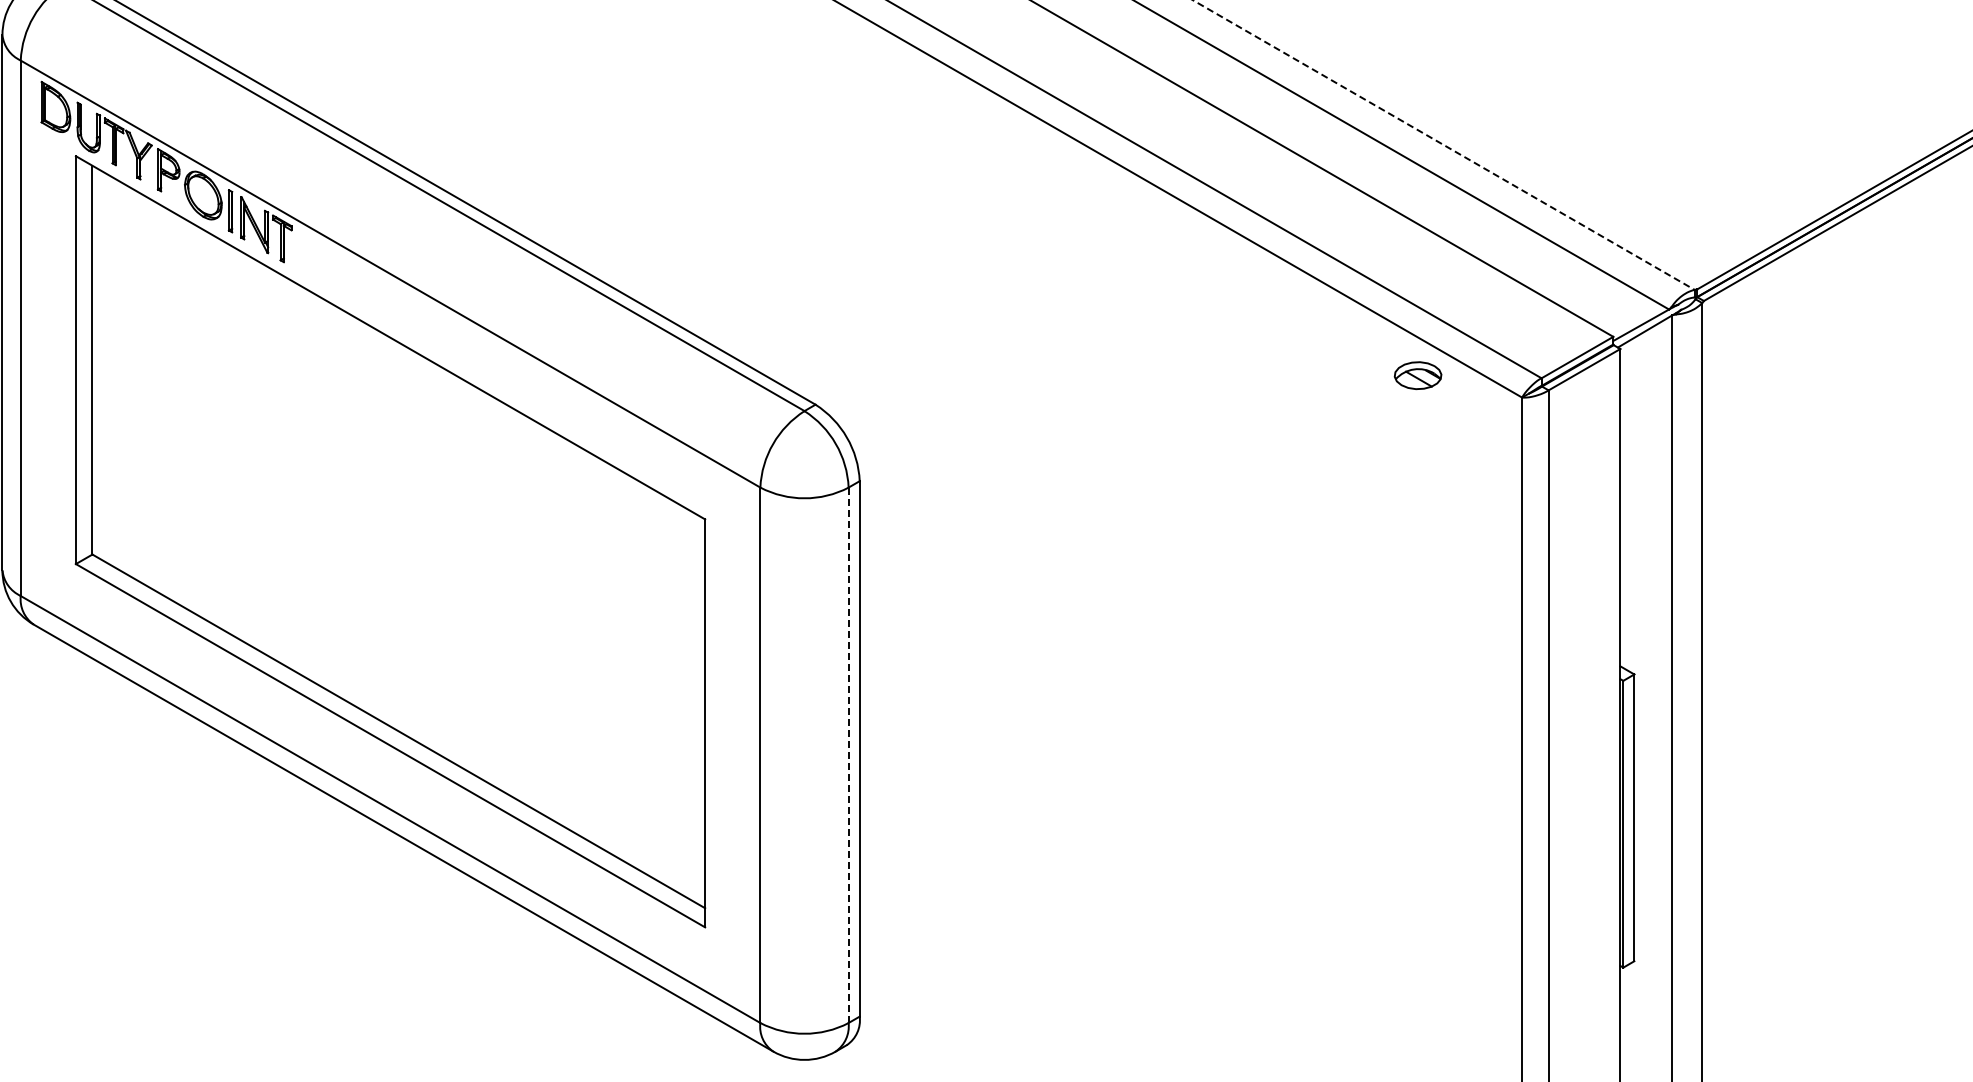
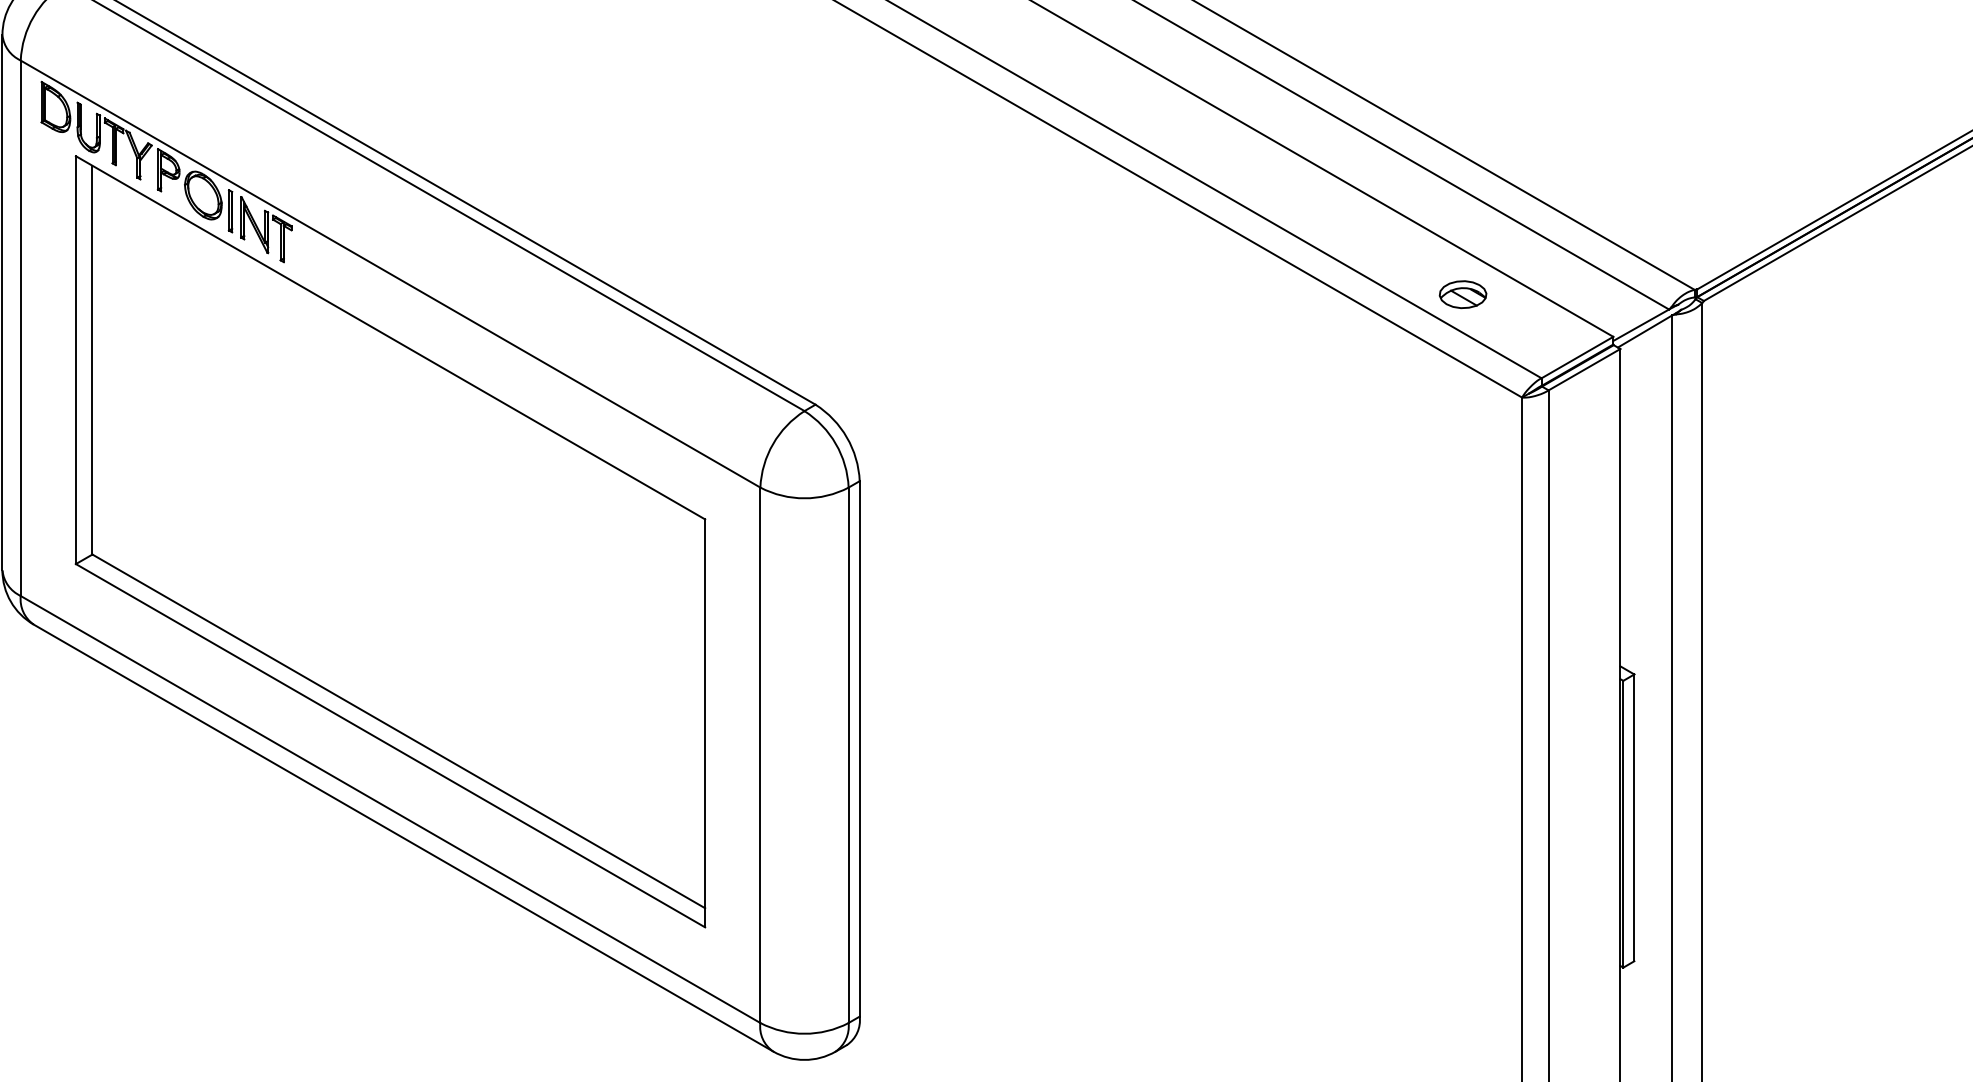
line at (1444, 145): dashed -> solid
part at (1417, 375) position: (1417, 375) -> (1462, 294)
line at (848, 755): dashed -> solid
